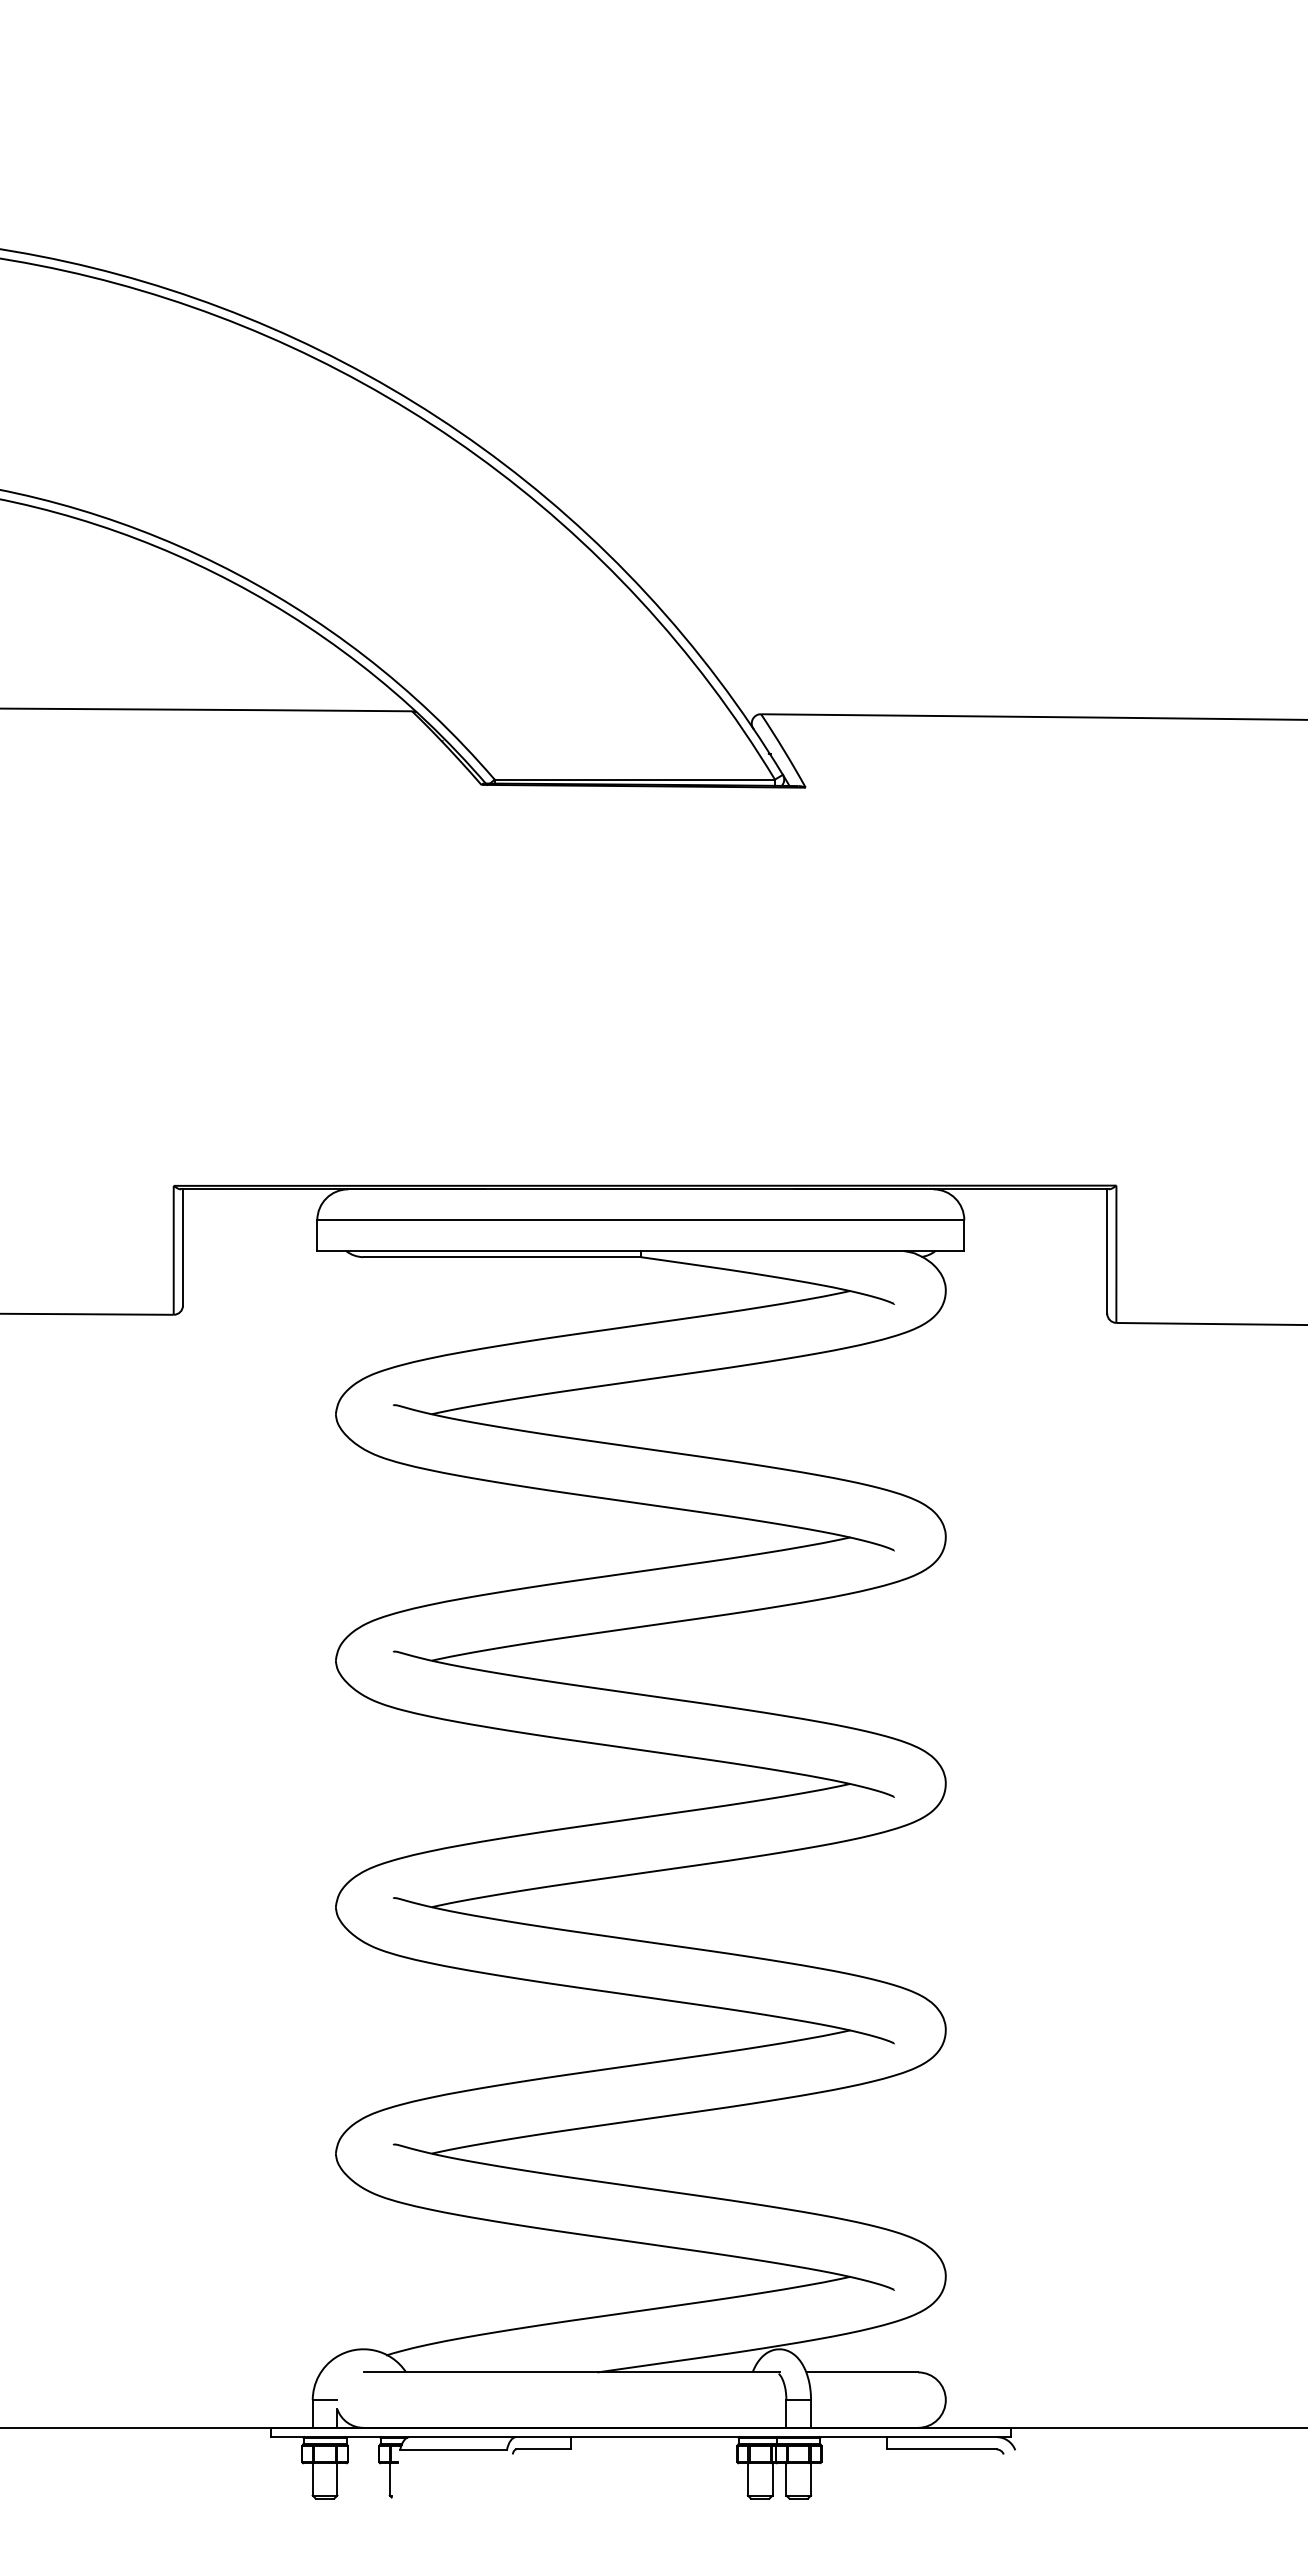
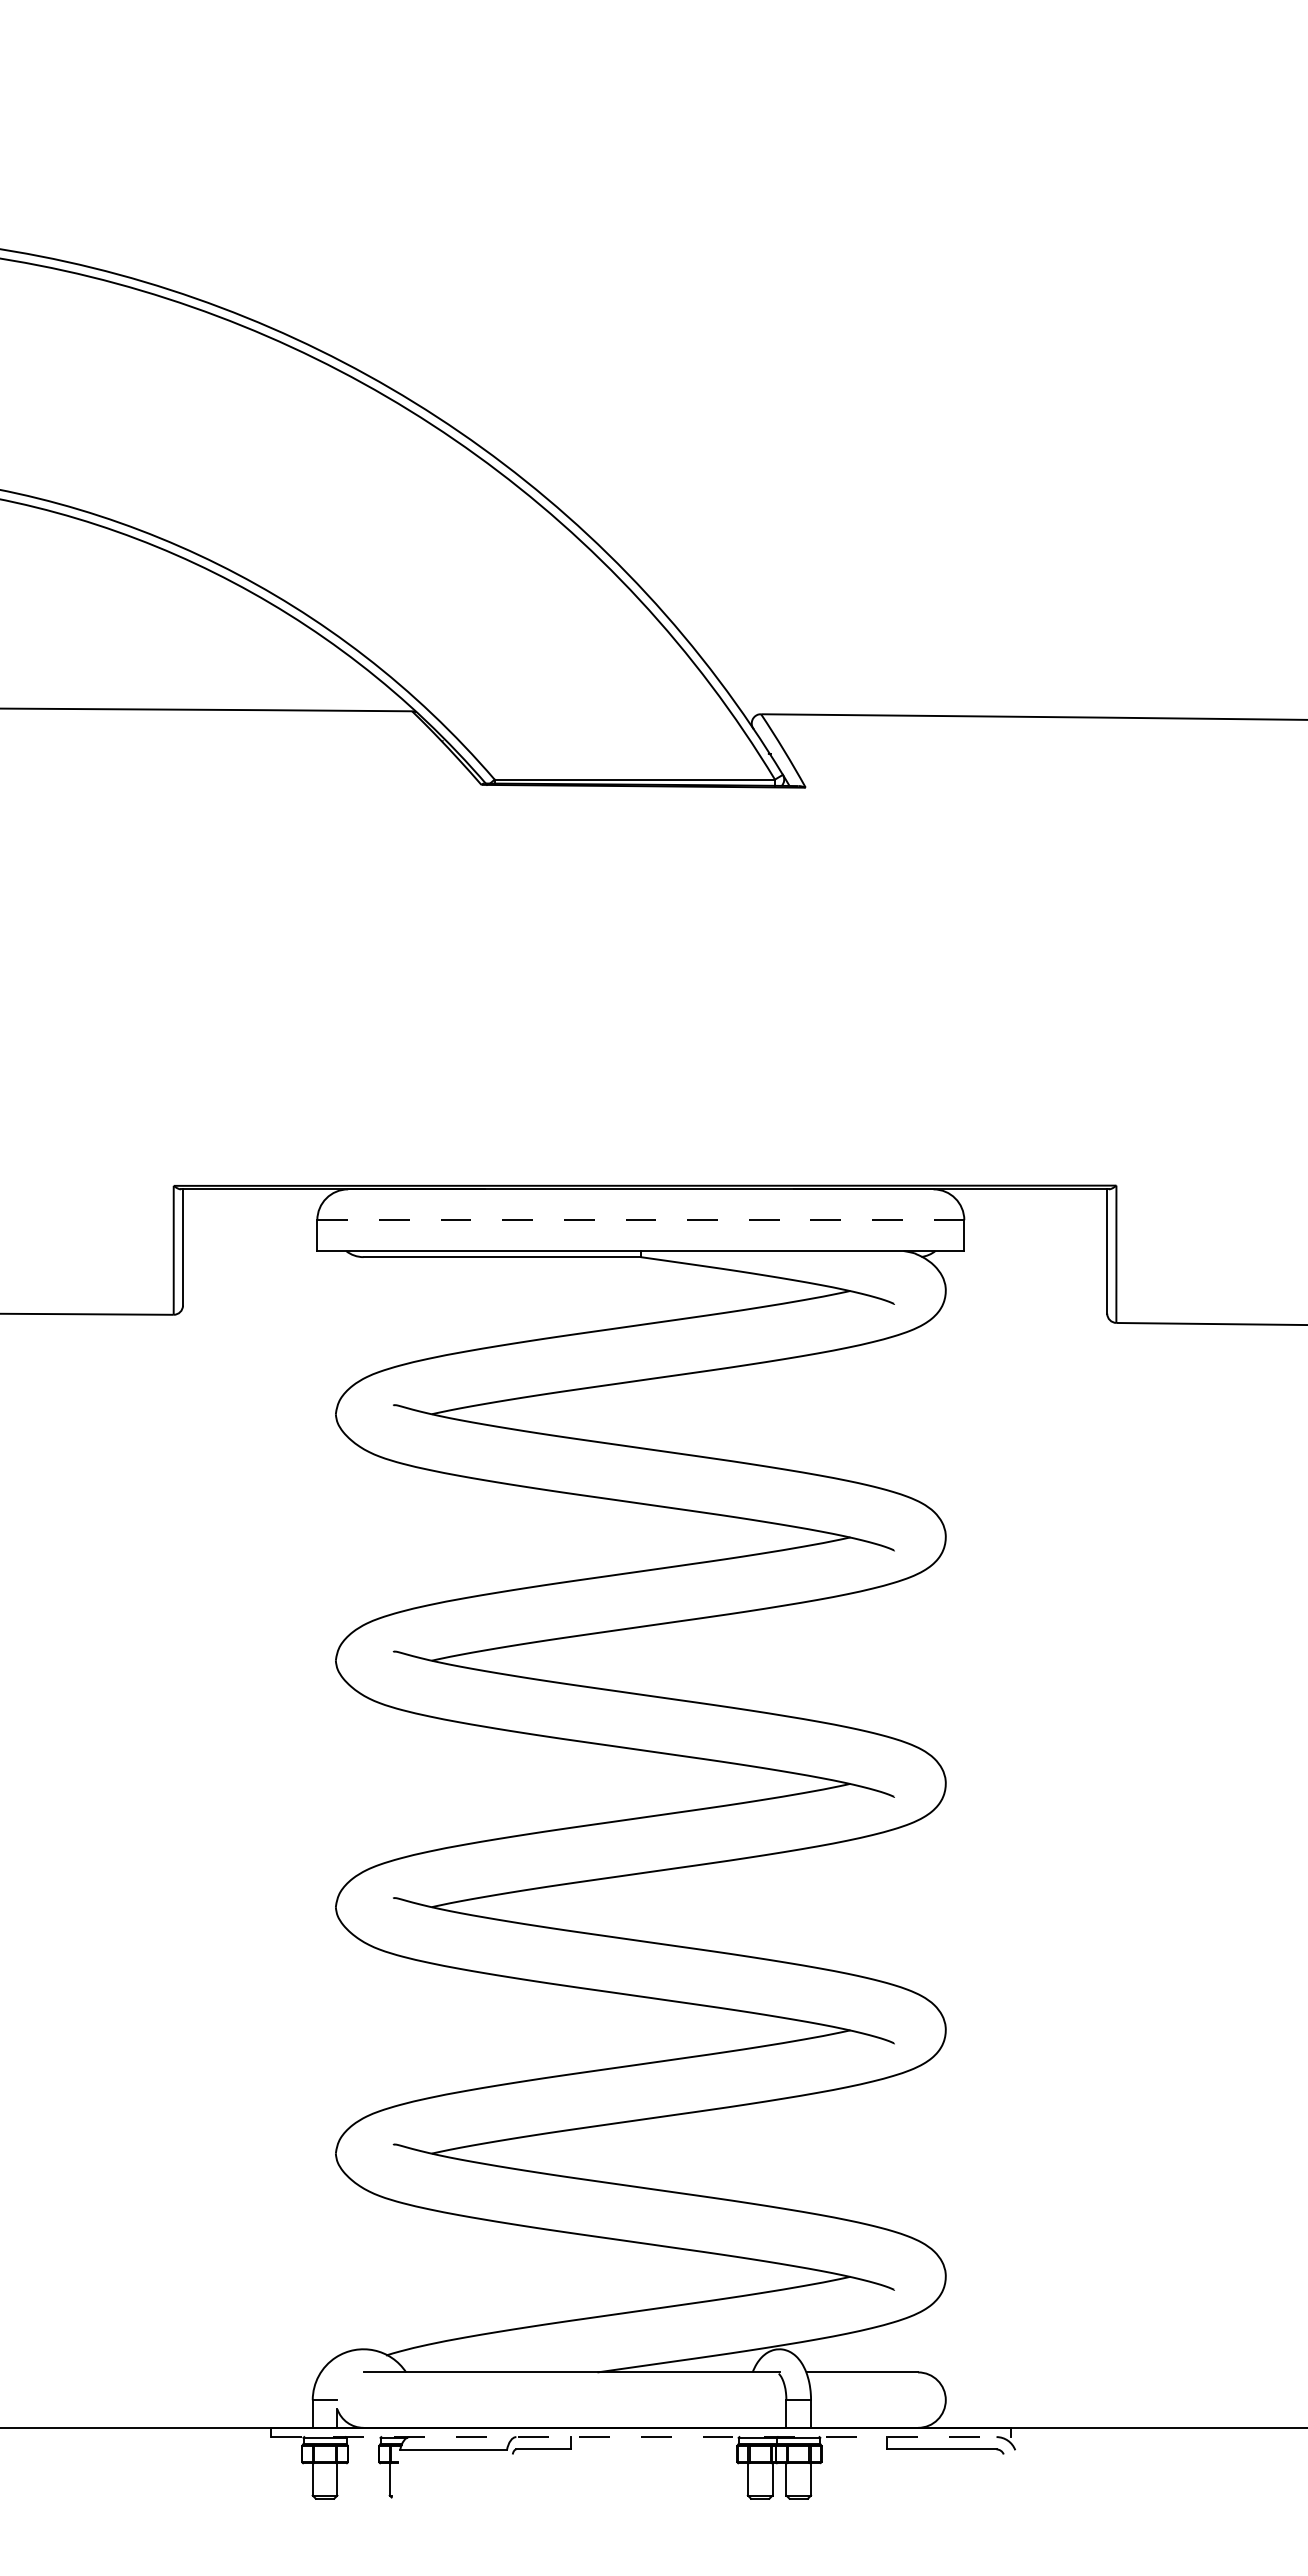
line at (641, 1220): solid -> dashed
line at (640, 2437): solid -> dashed
